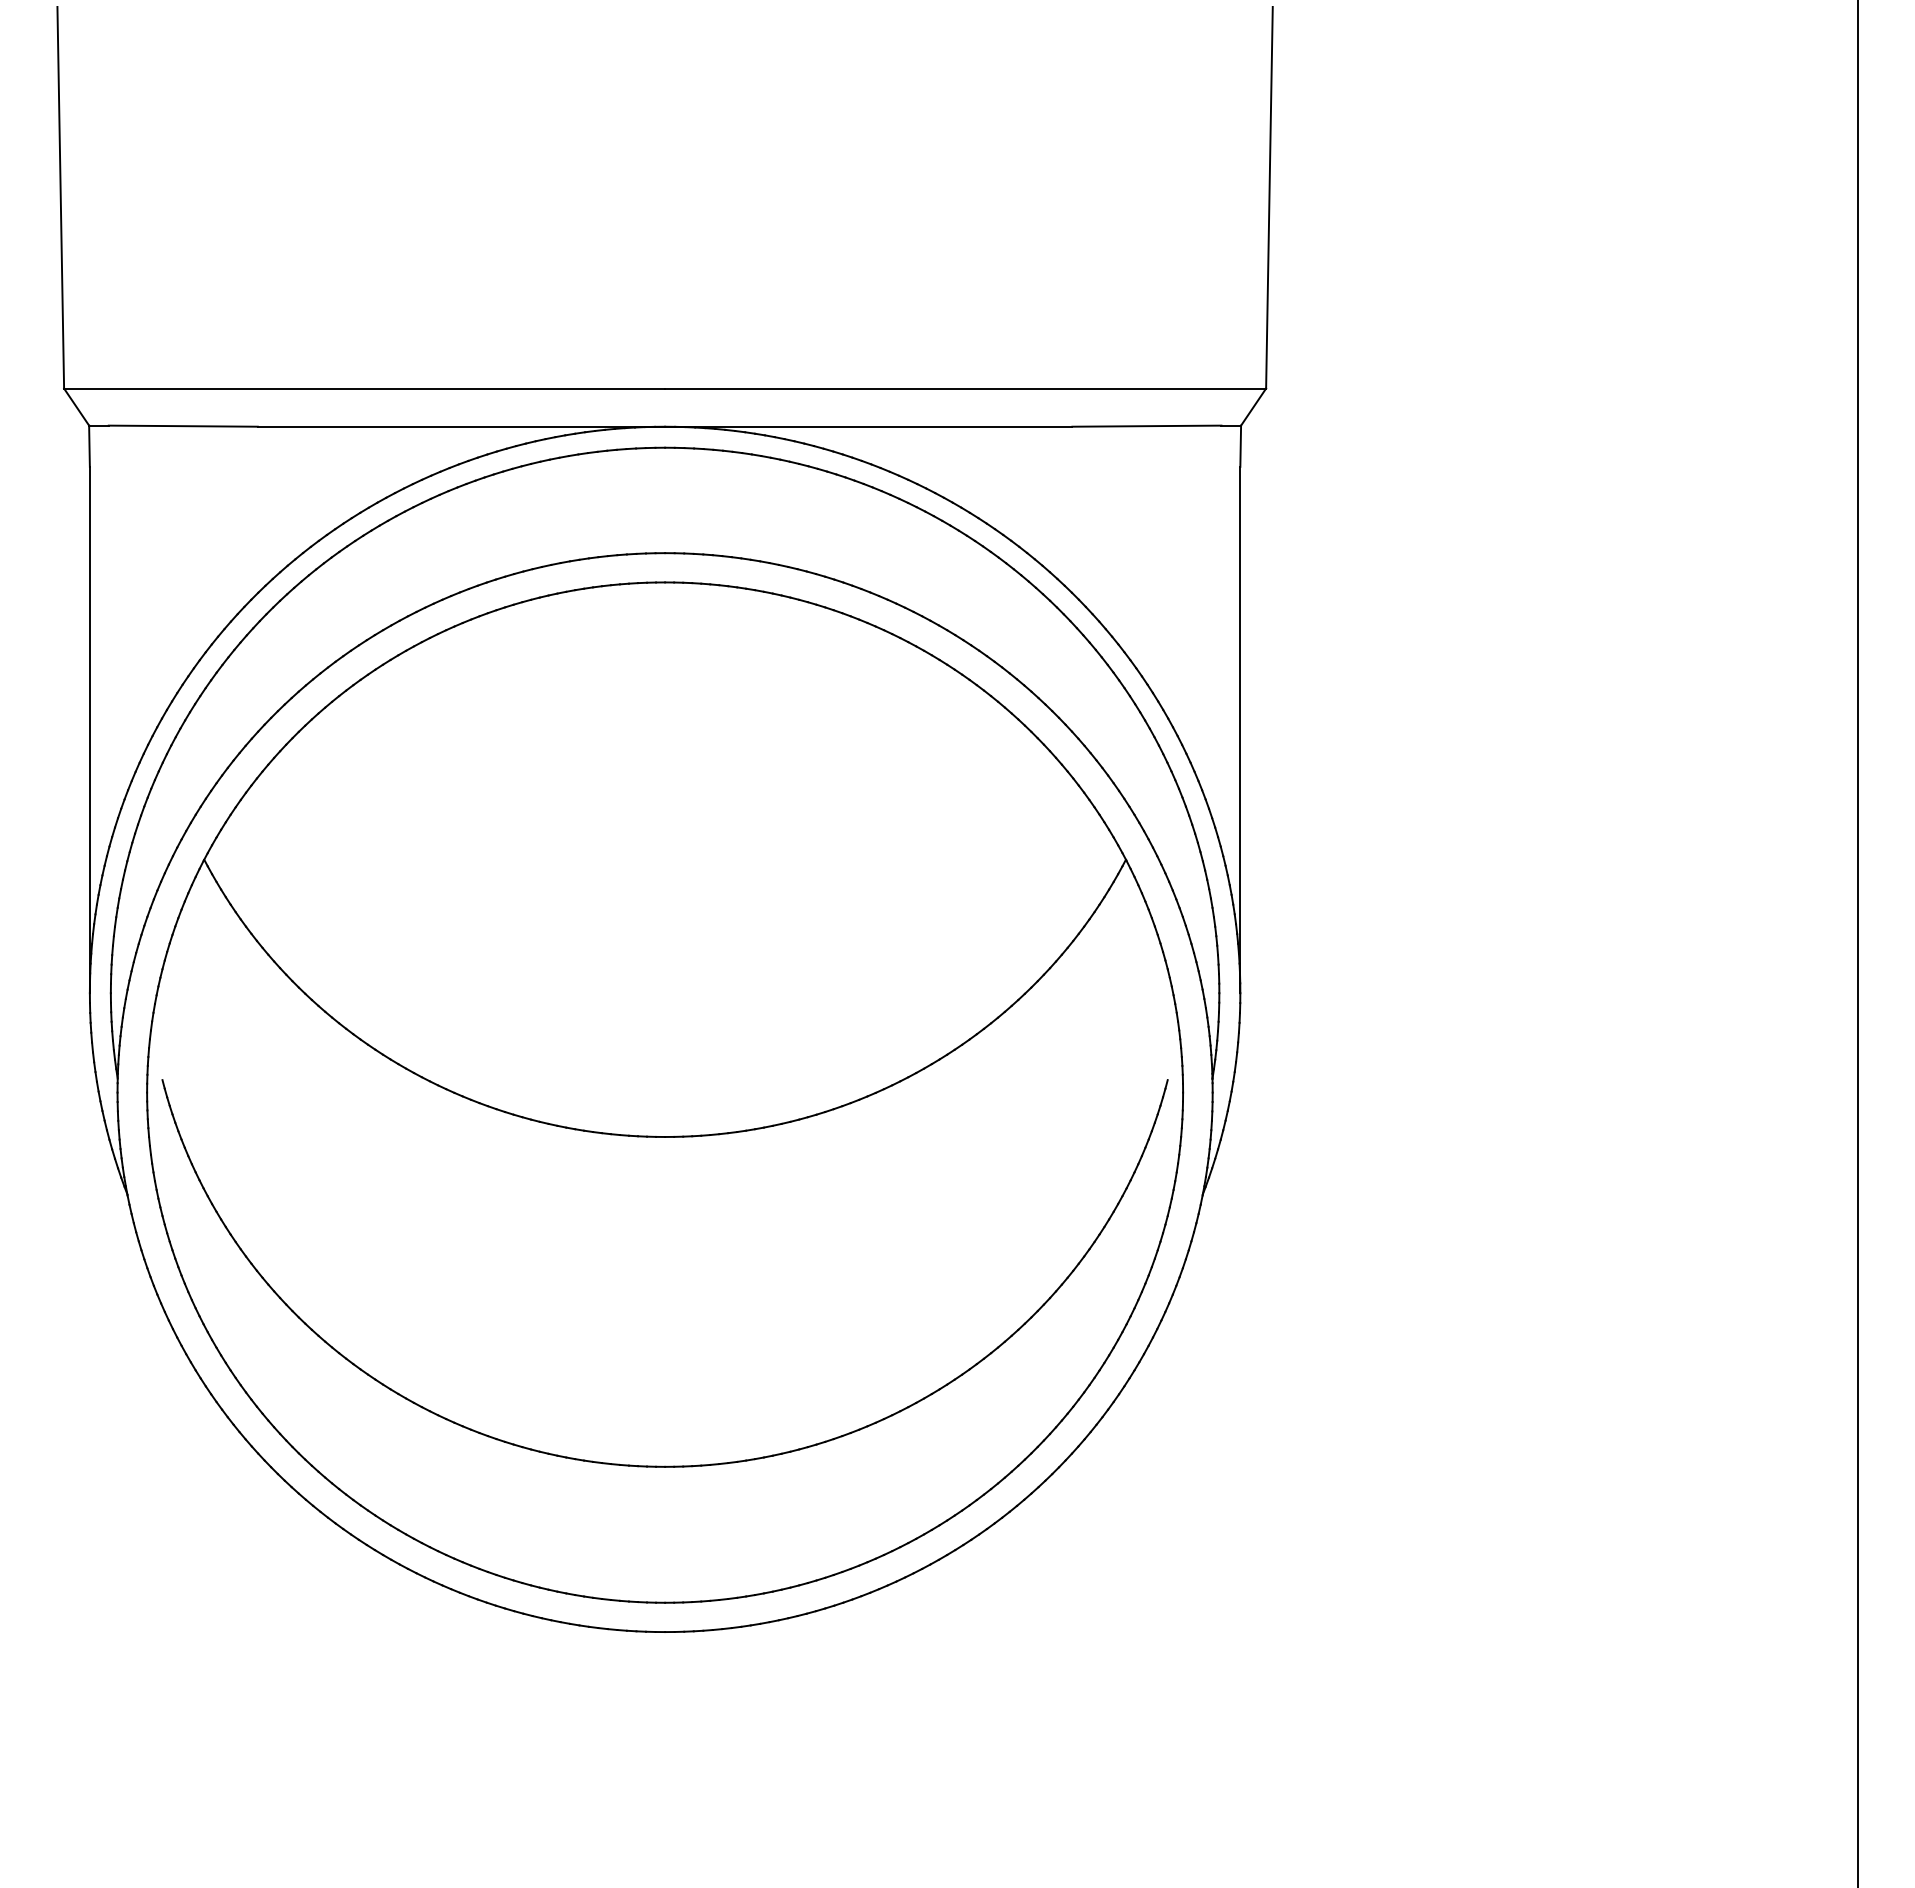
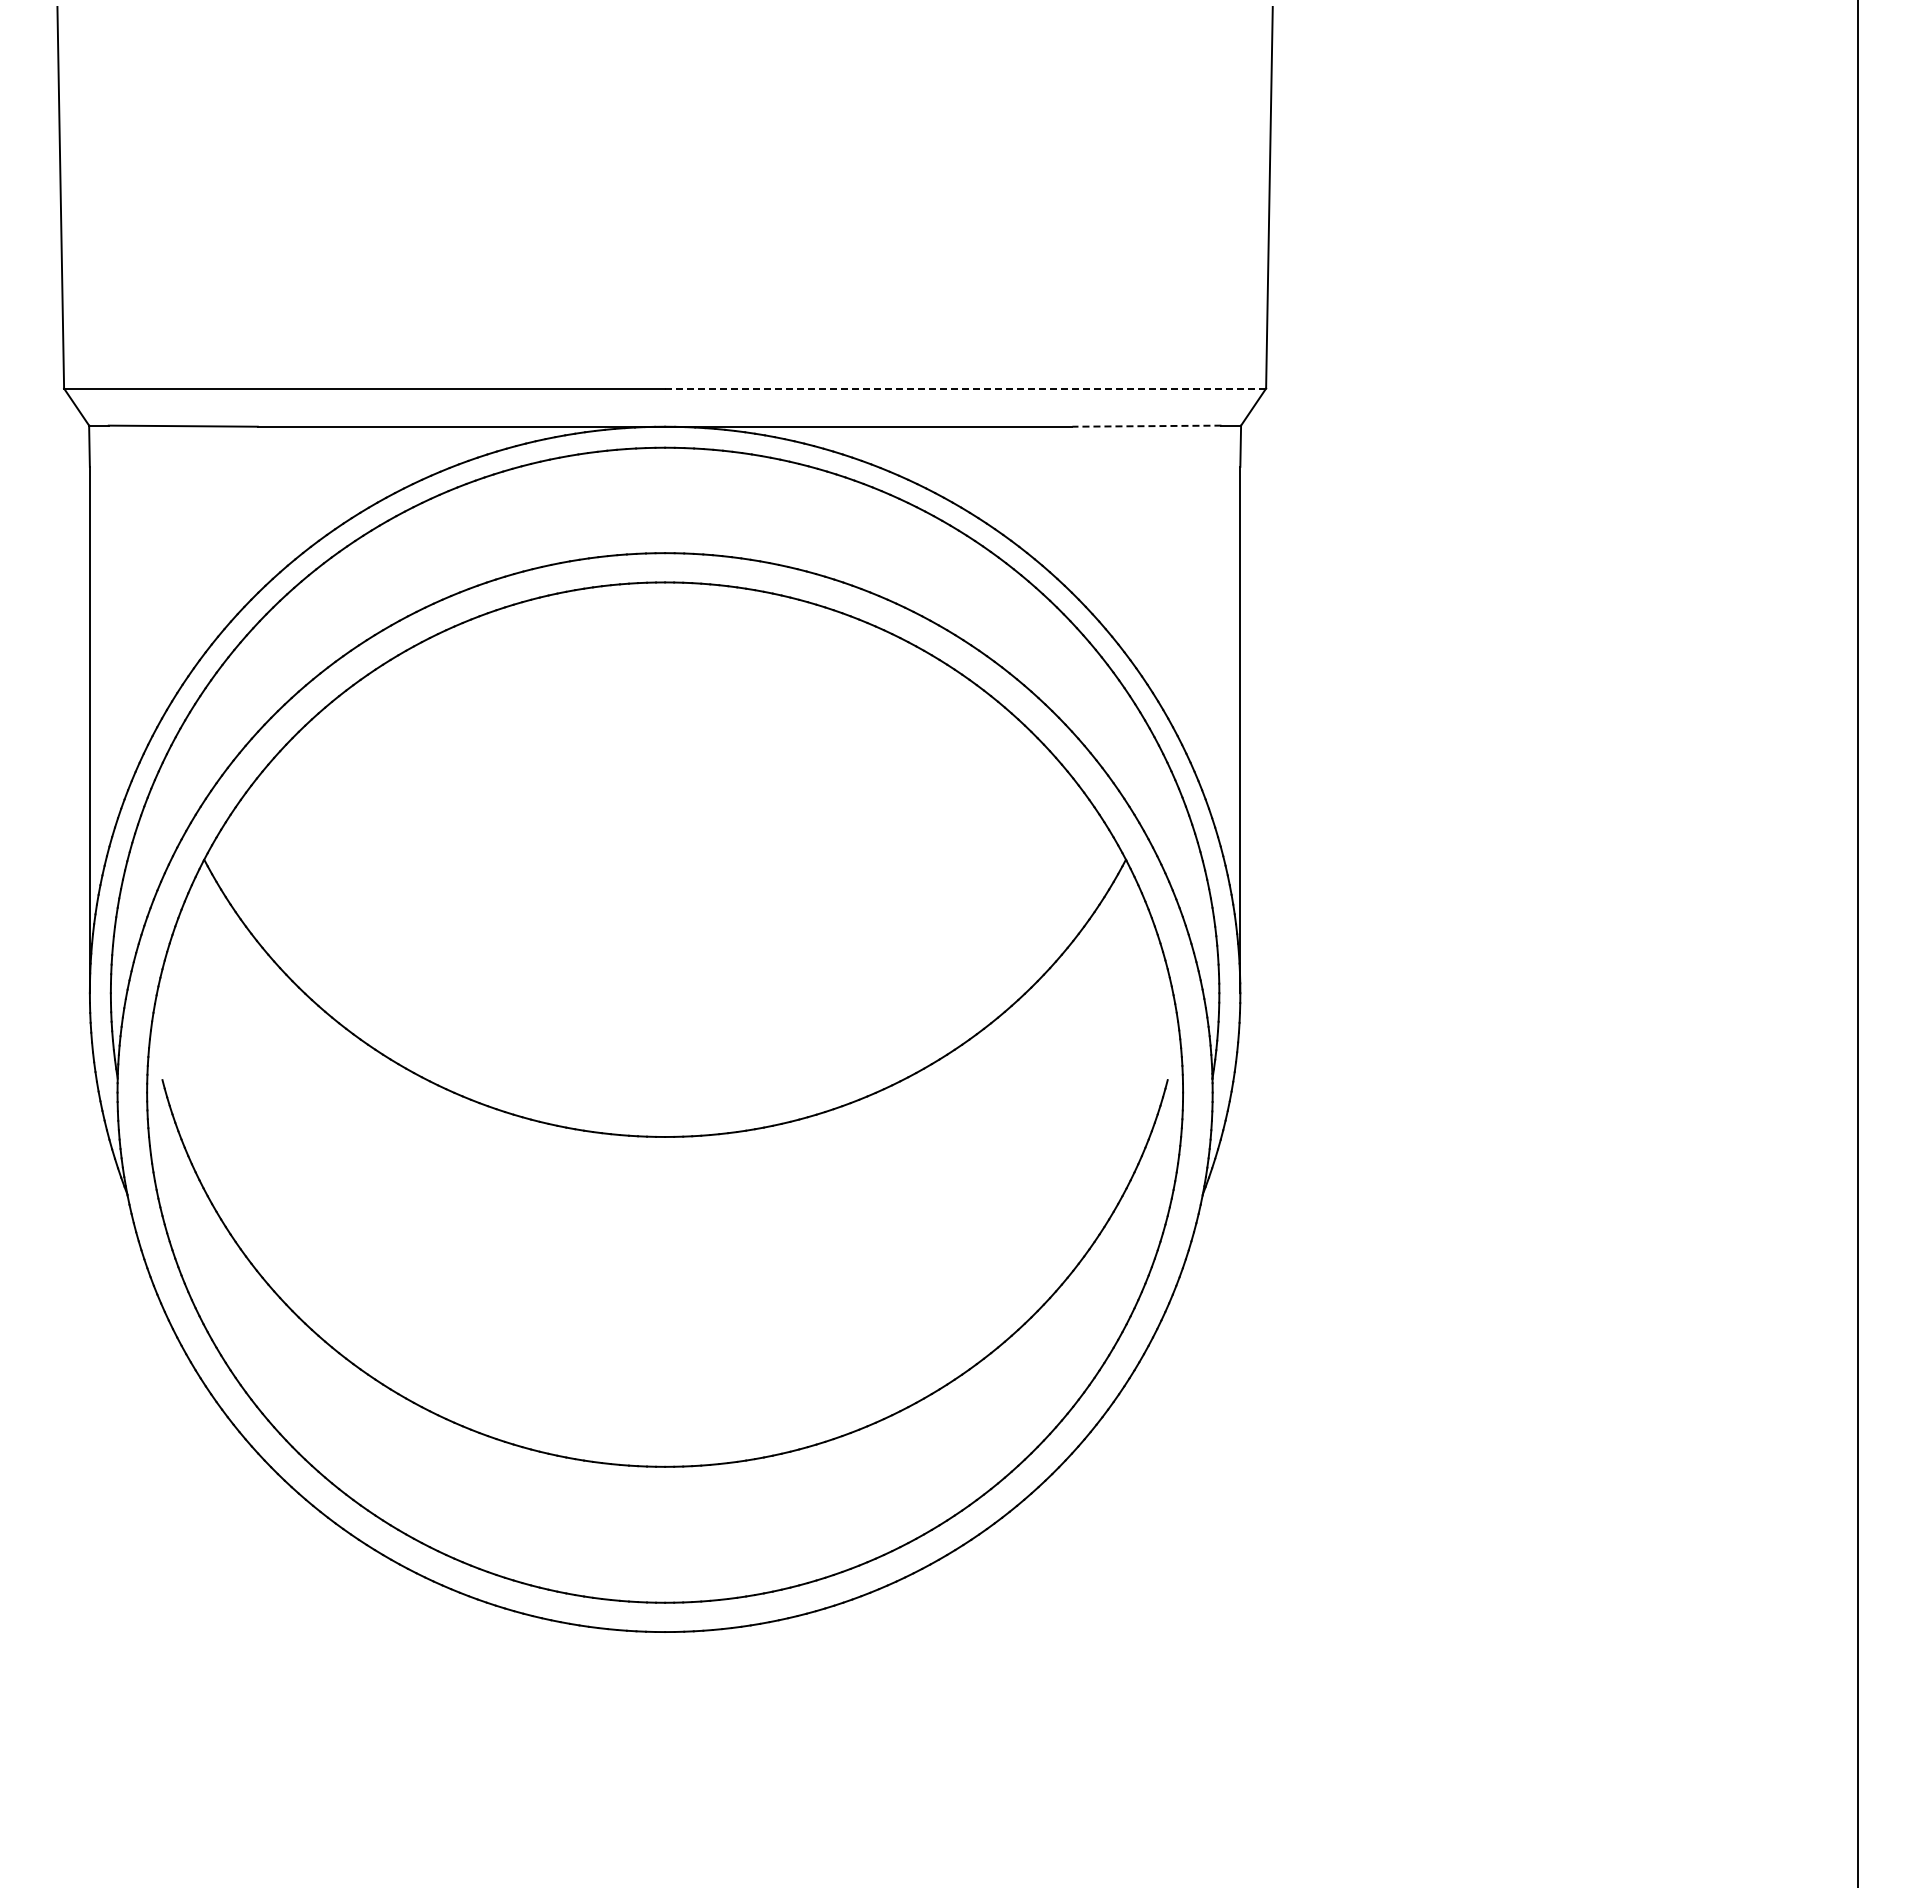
line at (965, 388): solid -> dashed
line at (1146, 426): solid -> dashed
